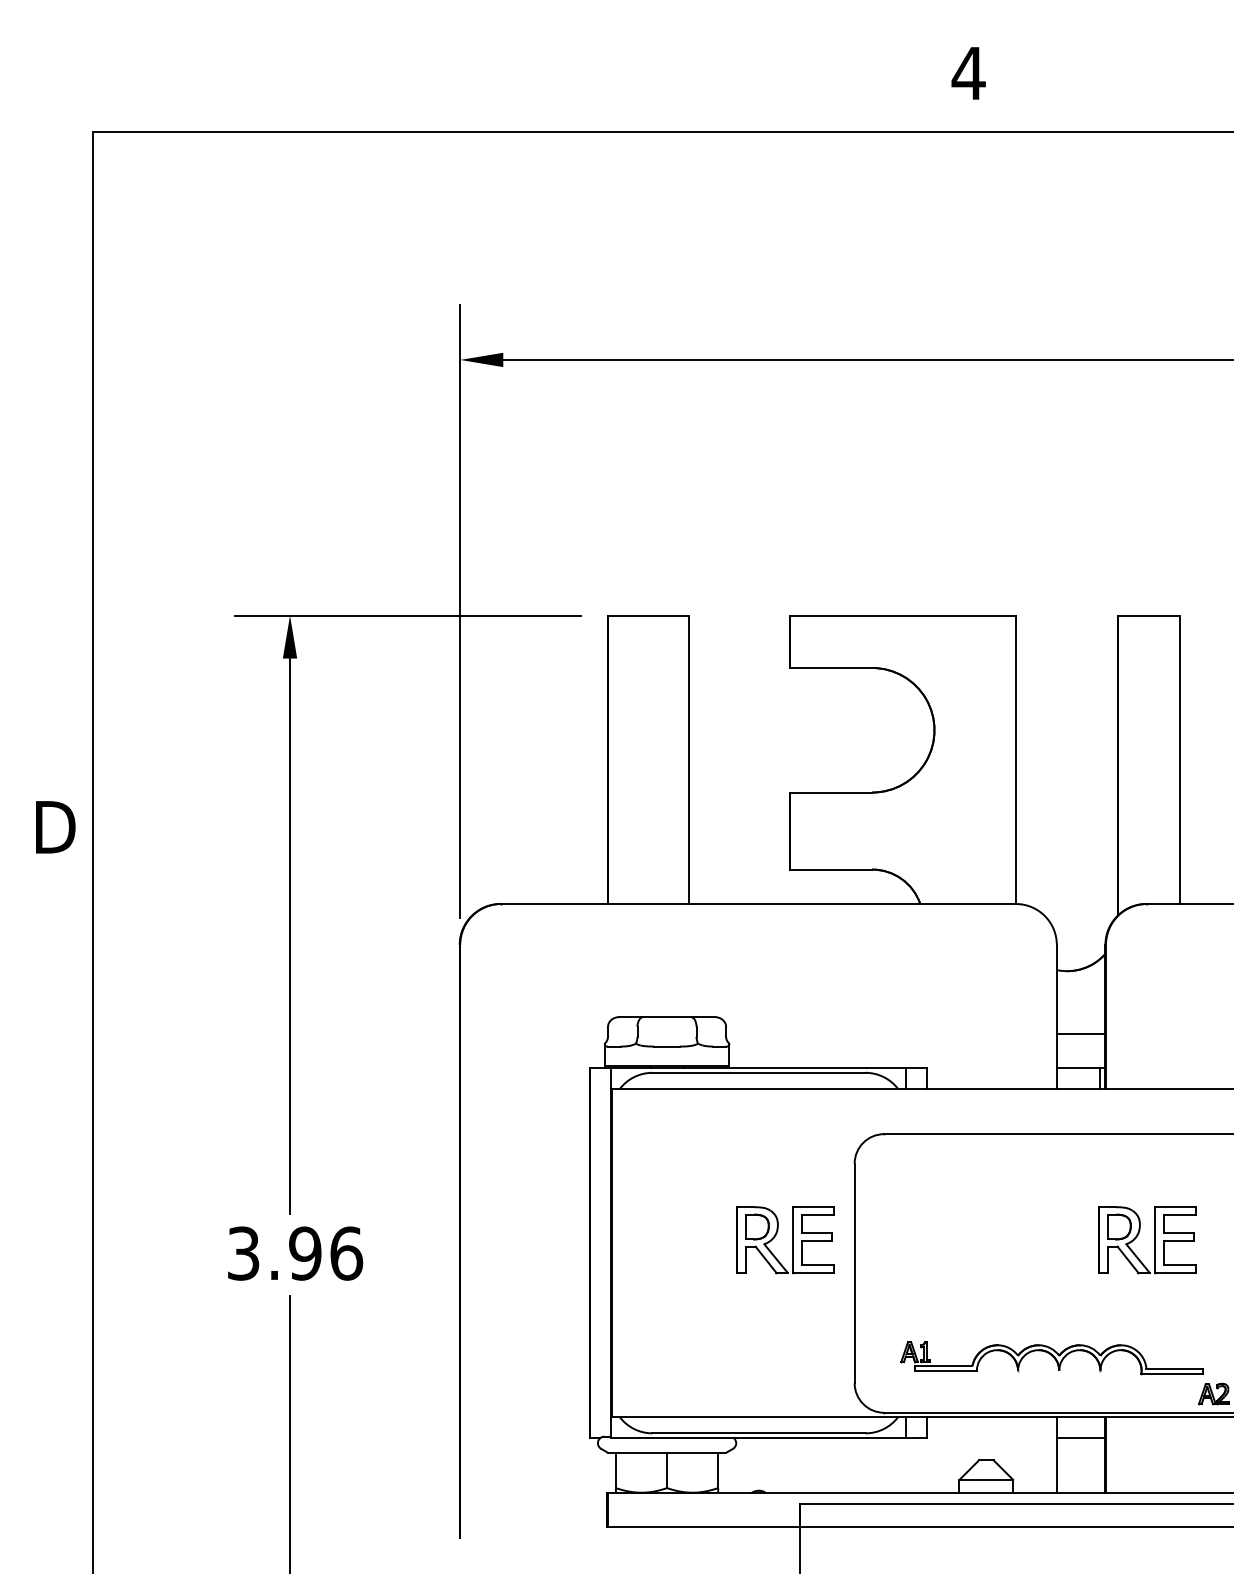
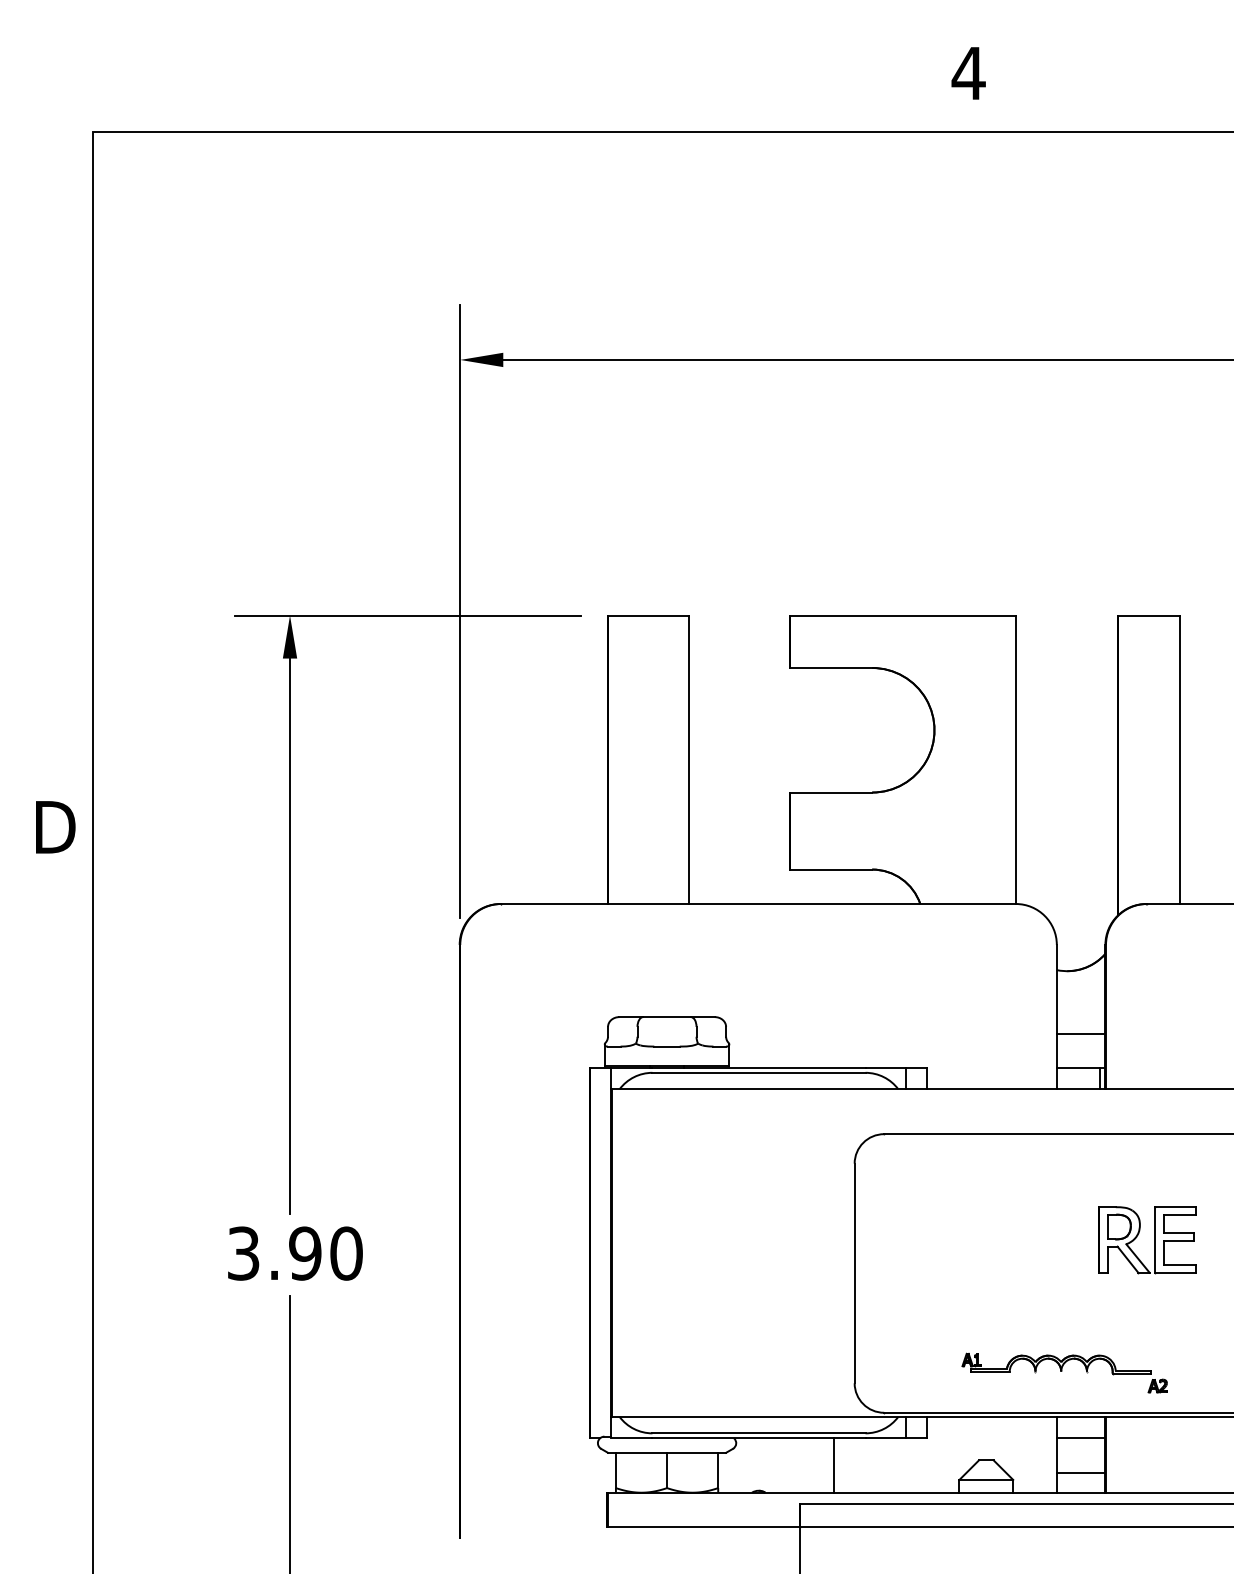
part at (792, 1240): present -> none
text at (346, 1253): 3.96 -> 3.90
part at (1064, 1373) size: 330x65 px -> 207x42 px
line at (834, 1465): none -> present
line at (1080, 1472): none -> present
